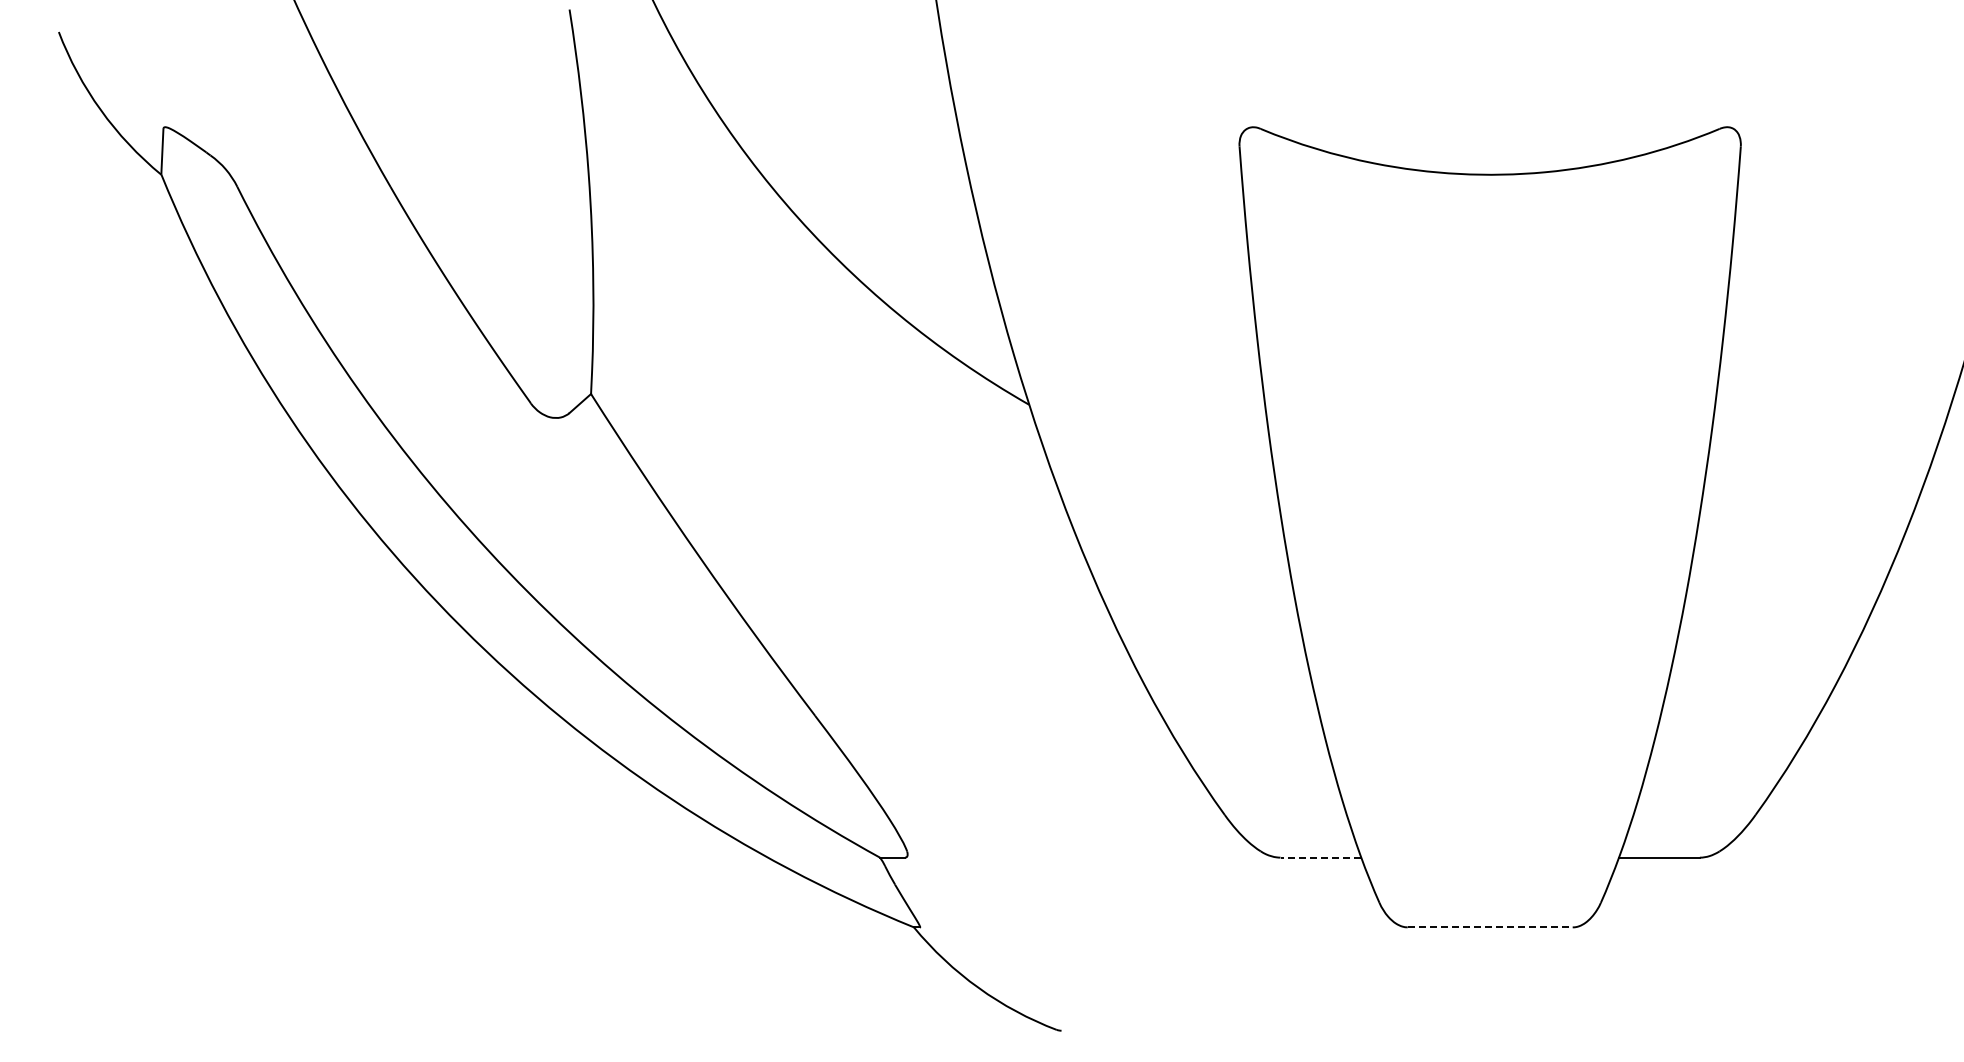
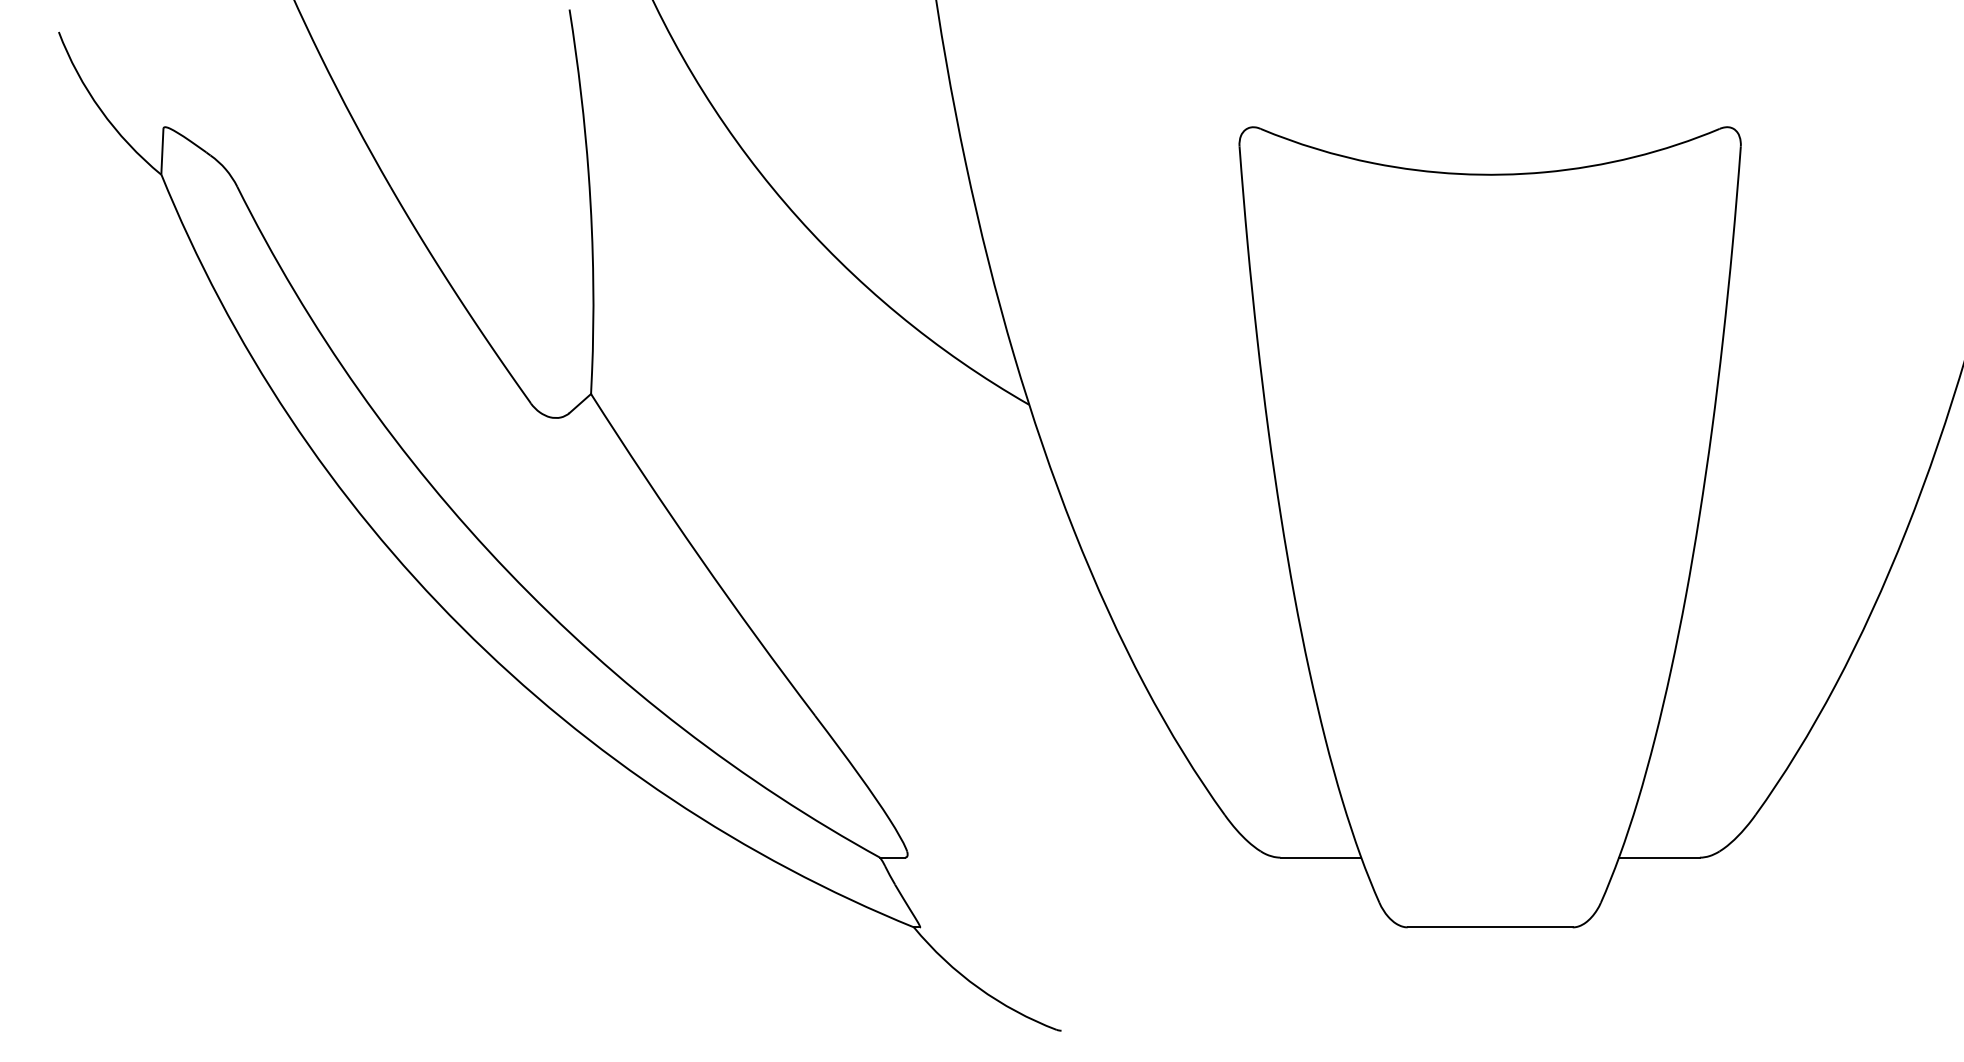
line at (1320, 857): dashed -> solid
line at (1490, 927): dashed -> solid
